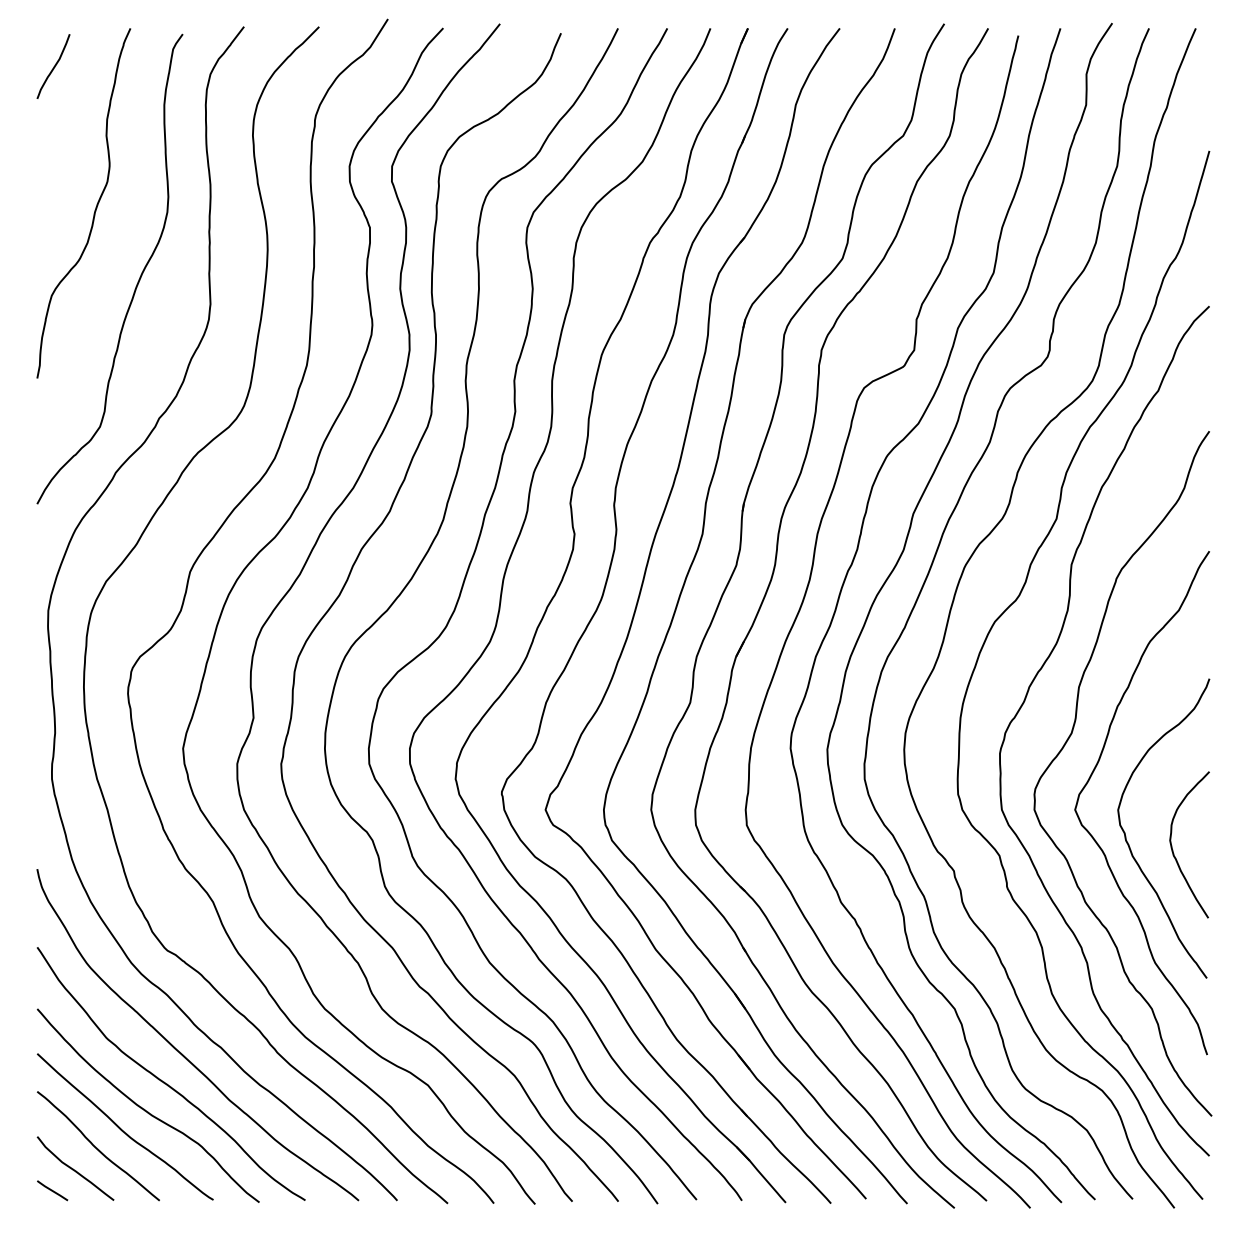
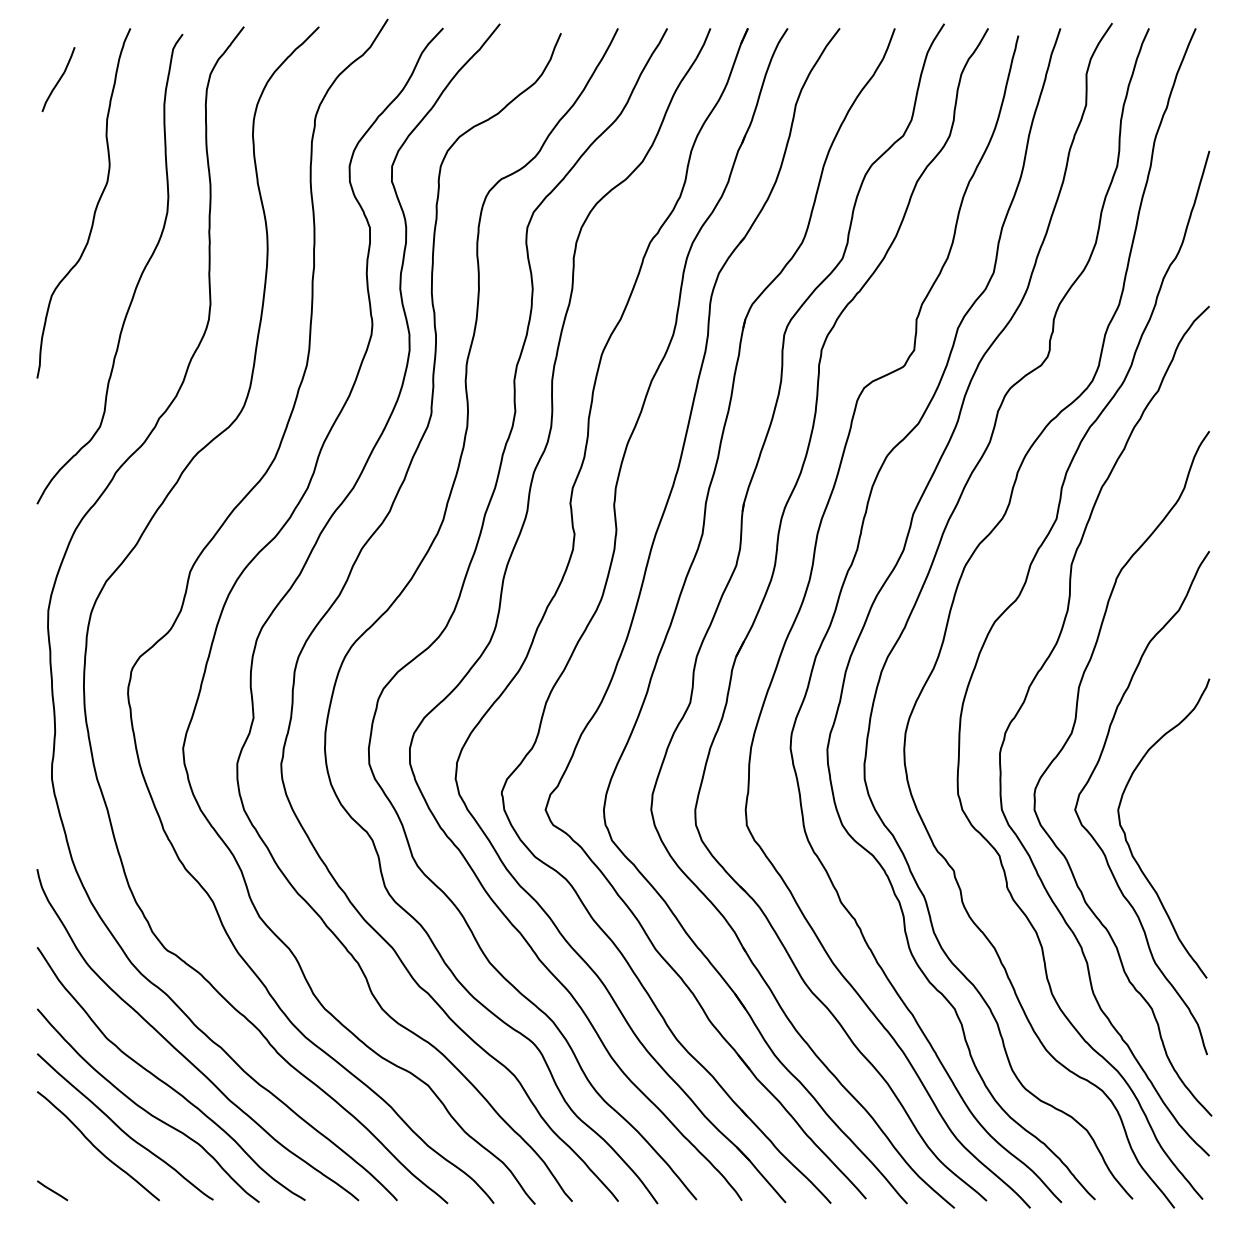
curve at (53, 66) position: (53, 66) -> (58, 79)
curve at (1172, 845): present -> none
curve at (74, 1169): present -> none
